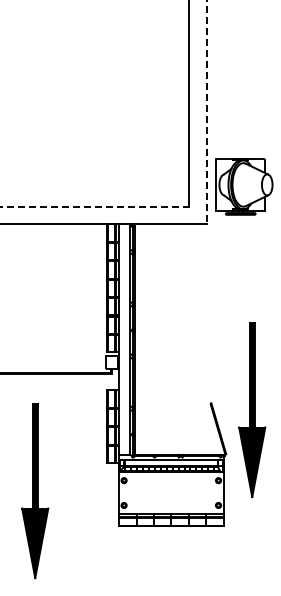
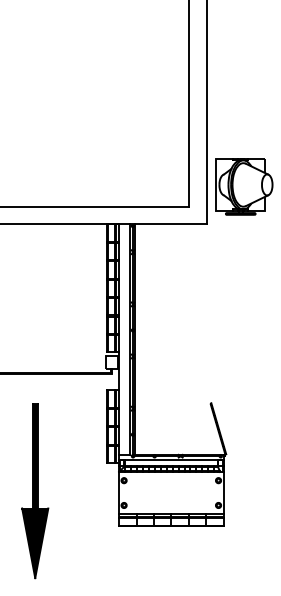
line at (206, 112): dashed -> solid
line at (95, 206): dashed -> solid
part at (252, 410): present -> none
